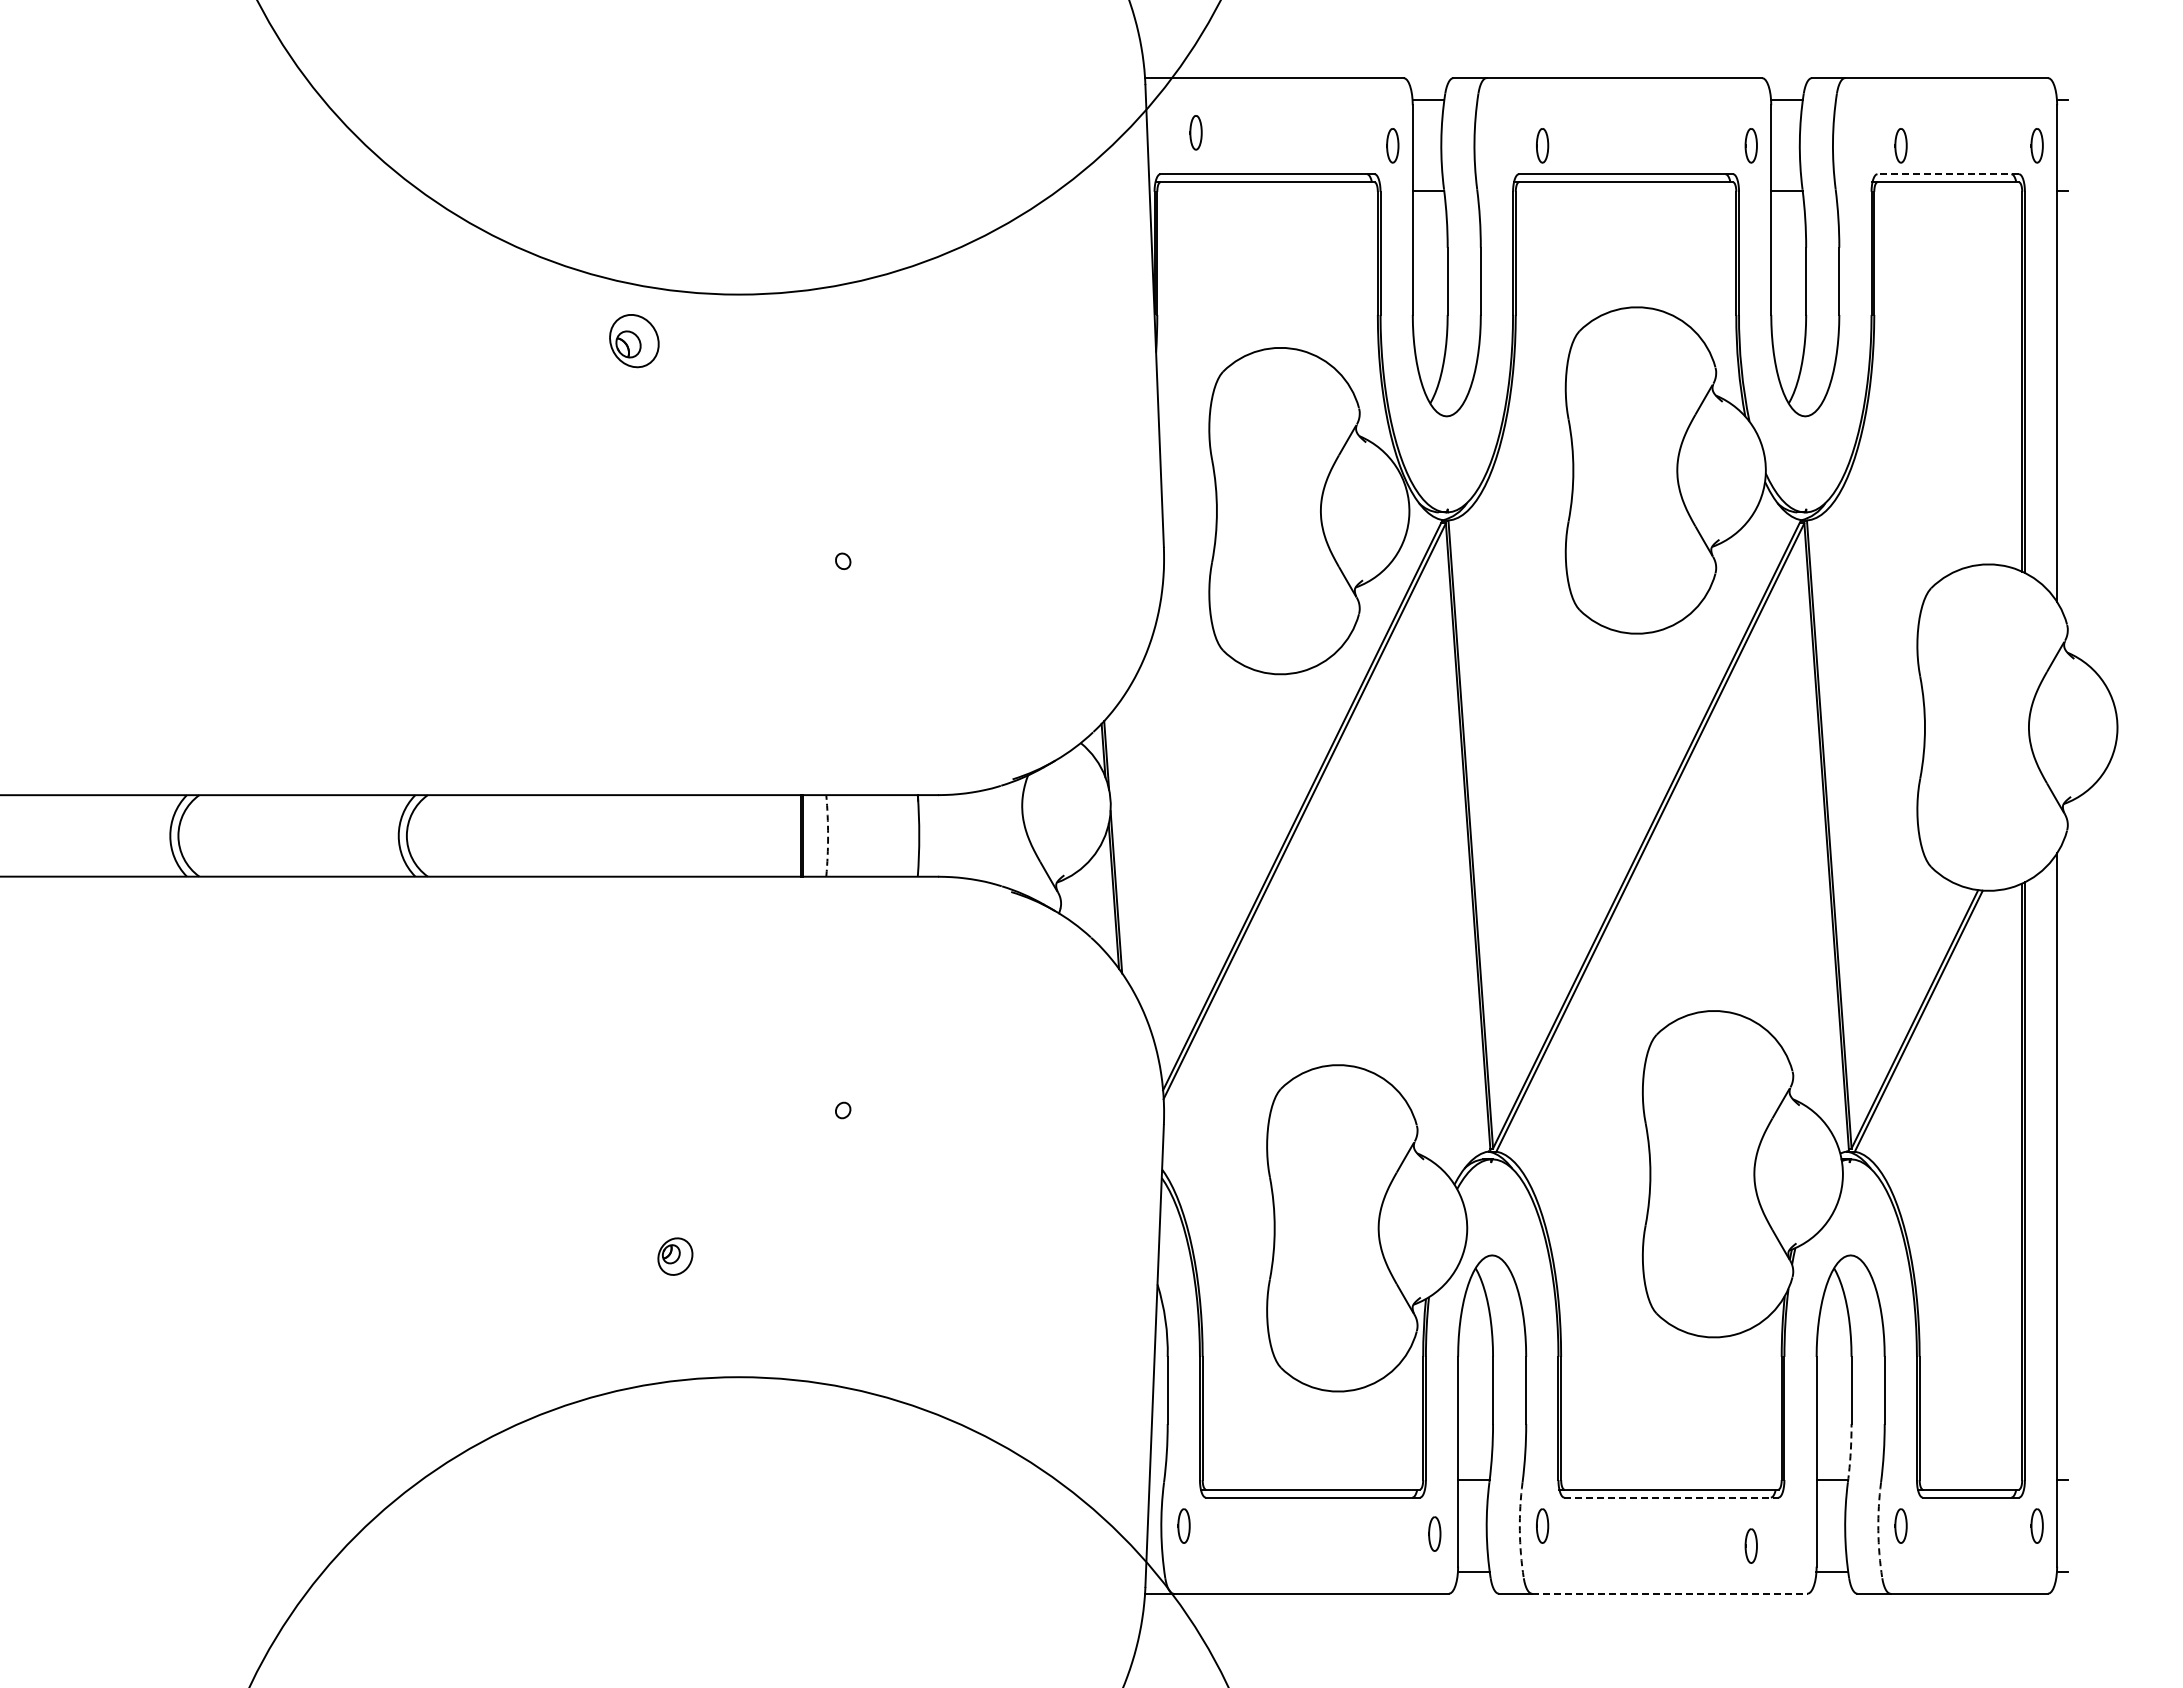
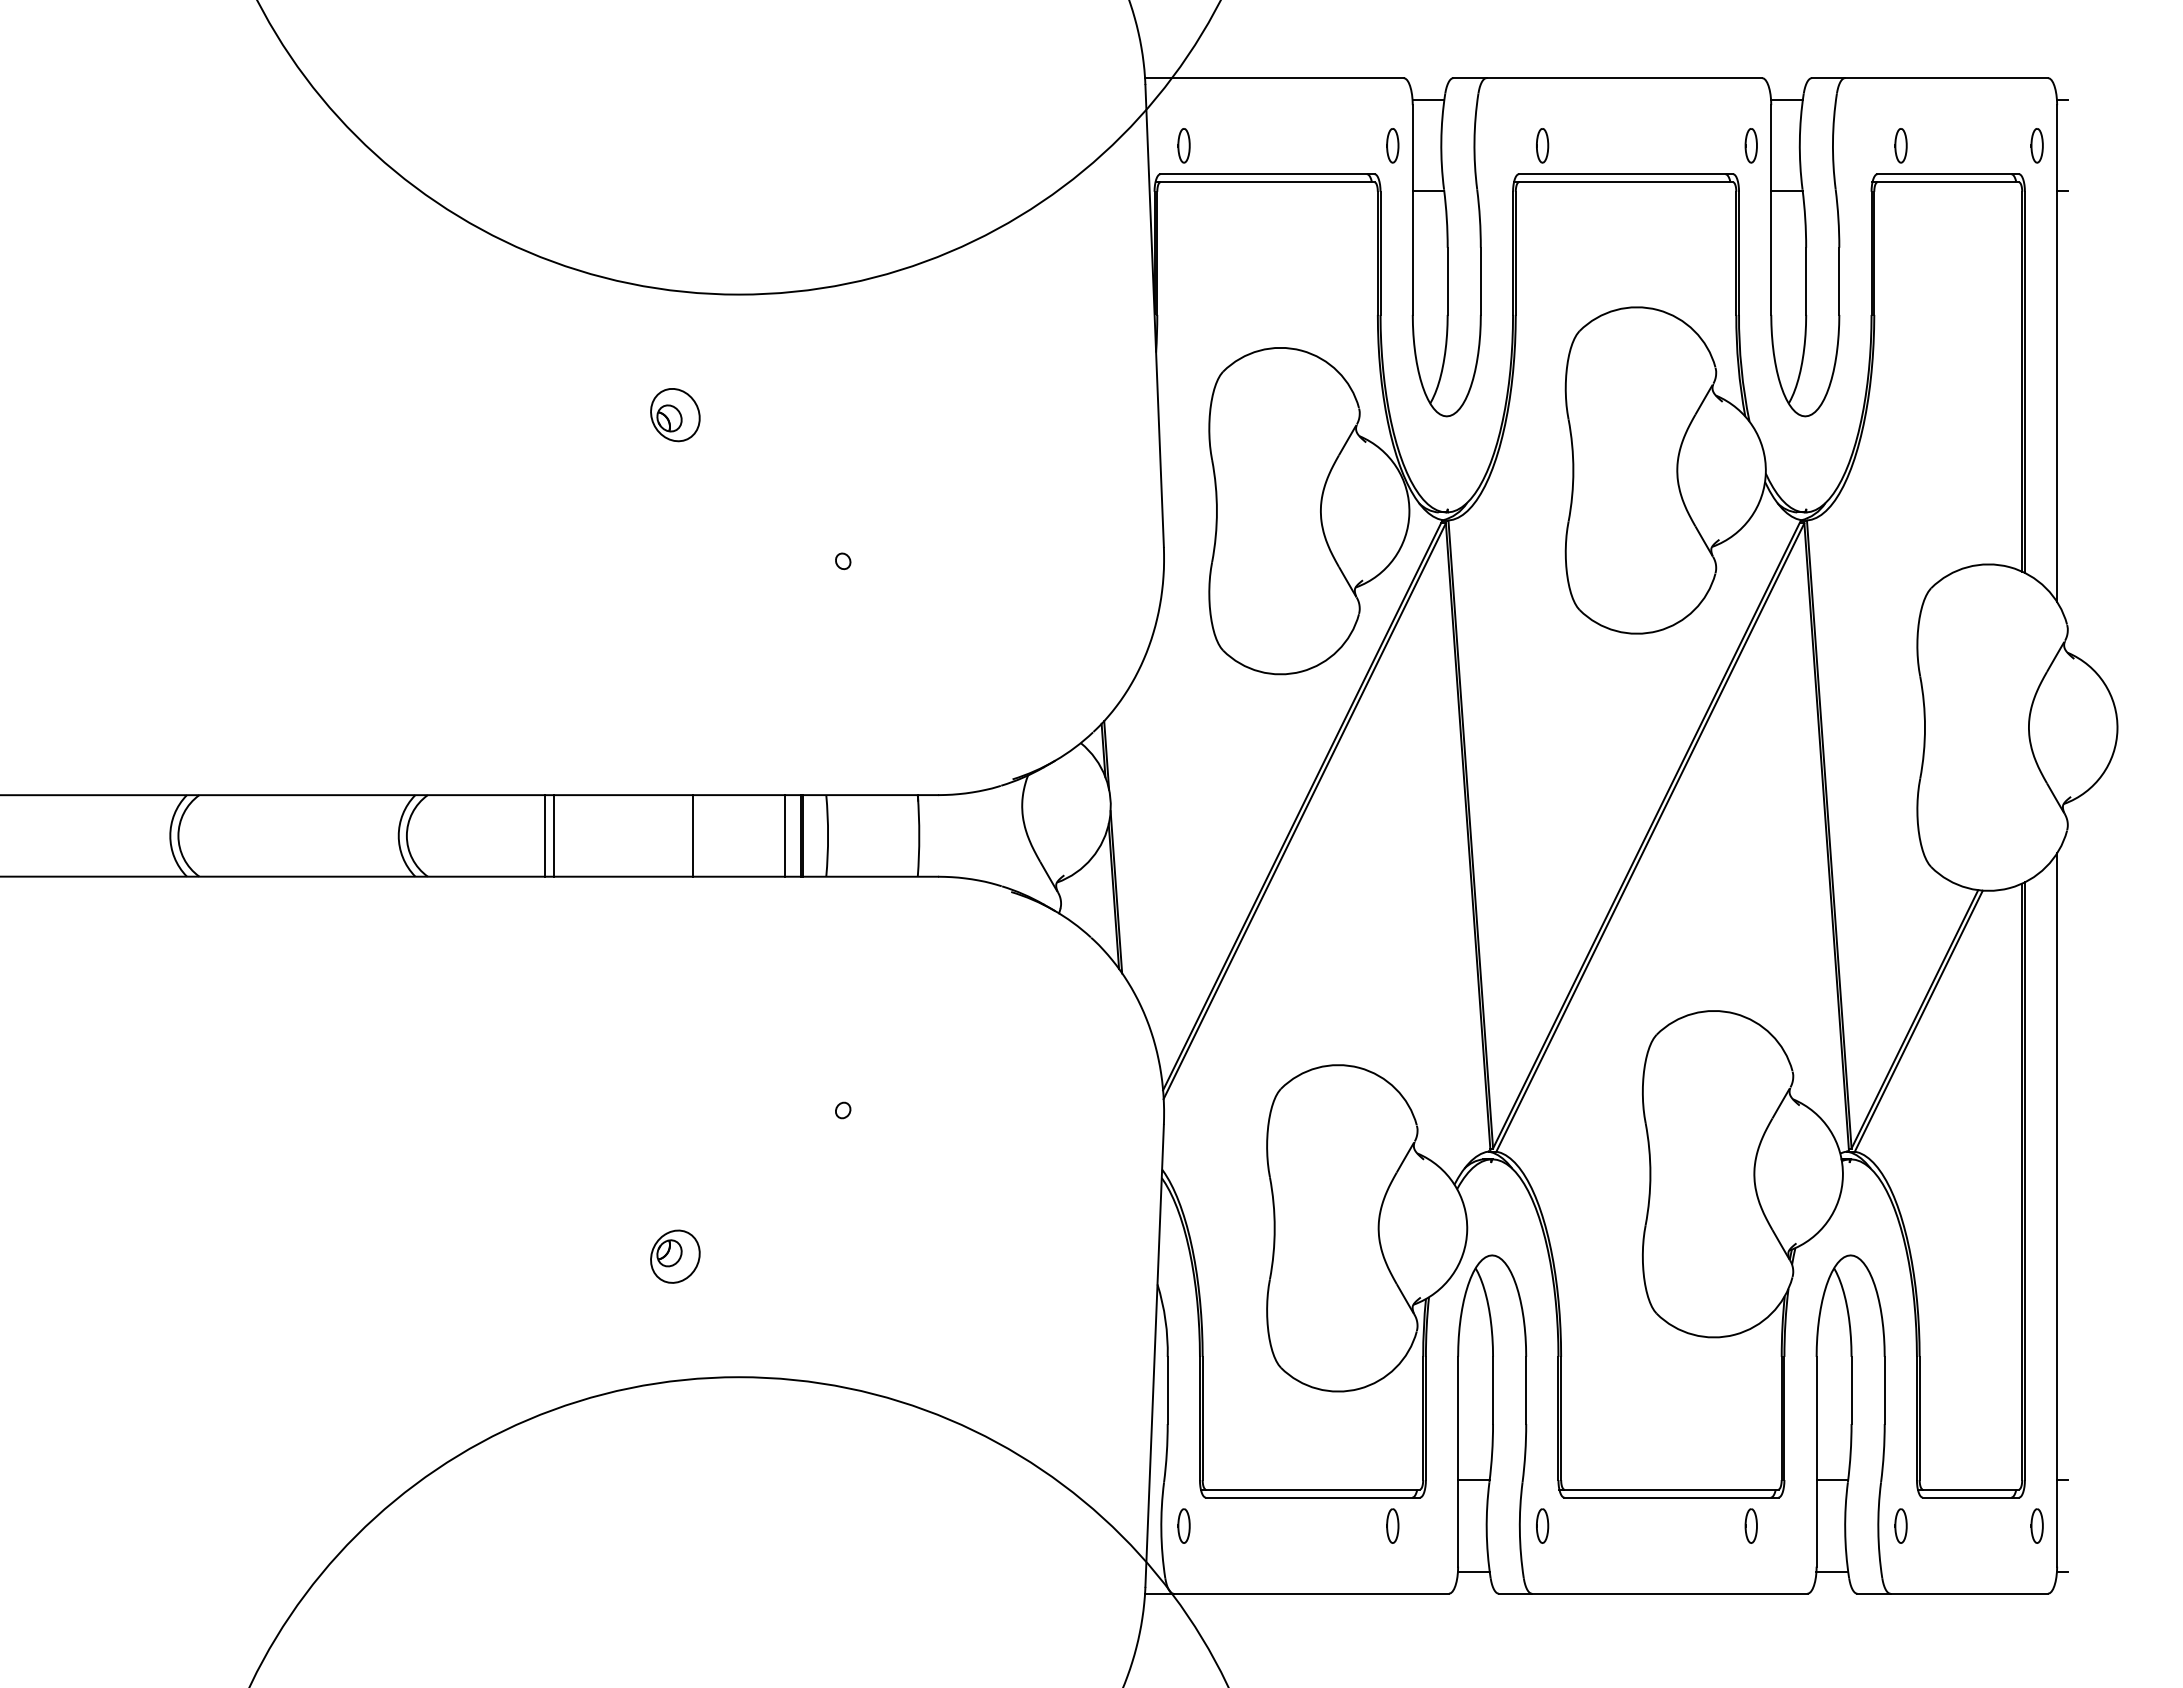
part at (1195, 132) position: (1195, 132) -> (1183, 145)
line at (1948, 174): dashed -> solid
part at (634, 341) position: (634, 341) -> (675, 415)
line at (545, 835): none -> present
line at (553, 835): none -> present
line at (693, 835): none -> present
line at (784, 835): none -> present
arc at (828, 835): dashed -> solid
part at (675, 1256) size: 37x39 px -> 51x55 px
arc at (1850, 1453): dashed -> solid
line at (1671, 1497): dashed -> solid
arc at (1519, 1530): dashed -> solid
arc at (1878, 1530): dashed -> solid
part at (1434, 1533) position: (1434, 1533) -> (1392, 1525)
part at (1750, 1545) position: (1750, 1545) -> (1750, 1525)
line at (1669, 1593): dashed -> solid
